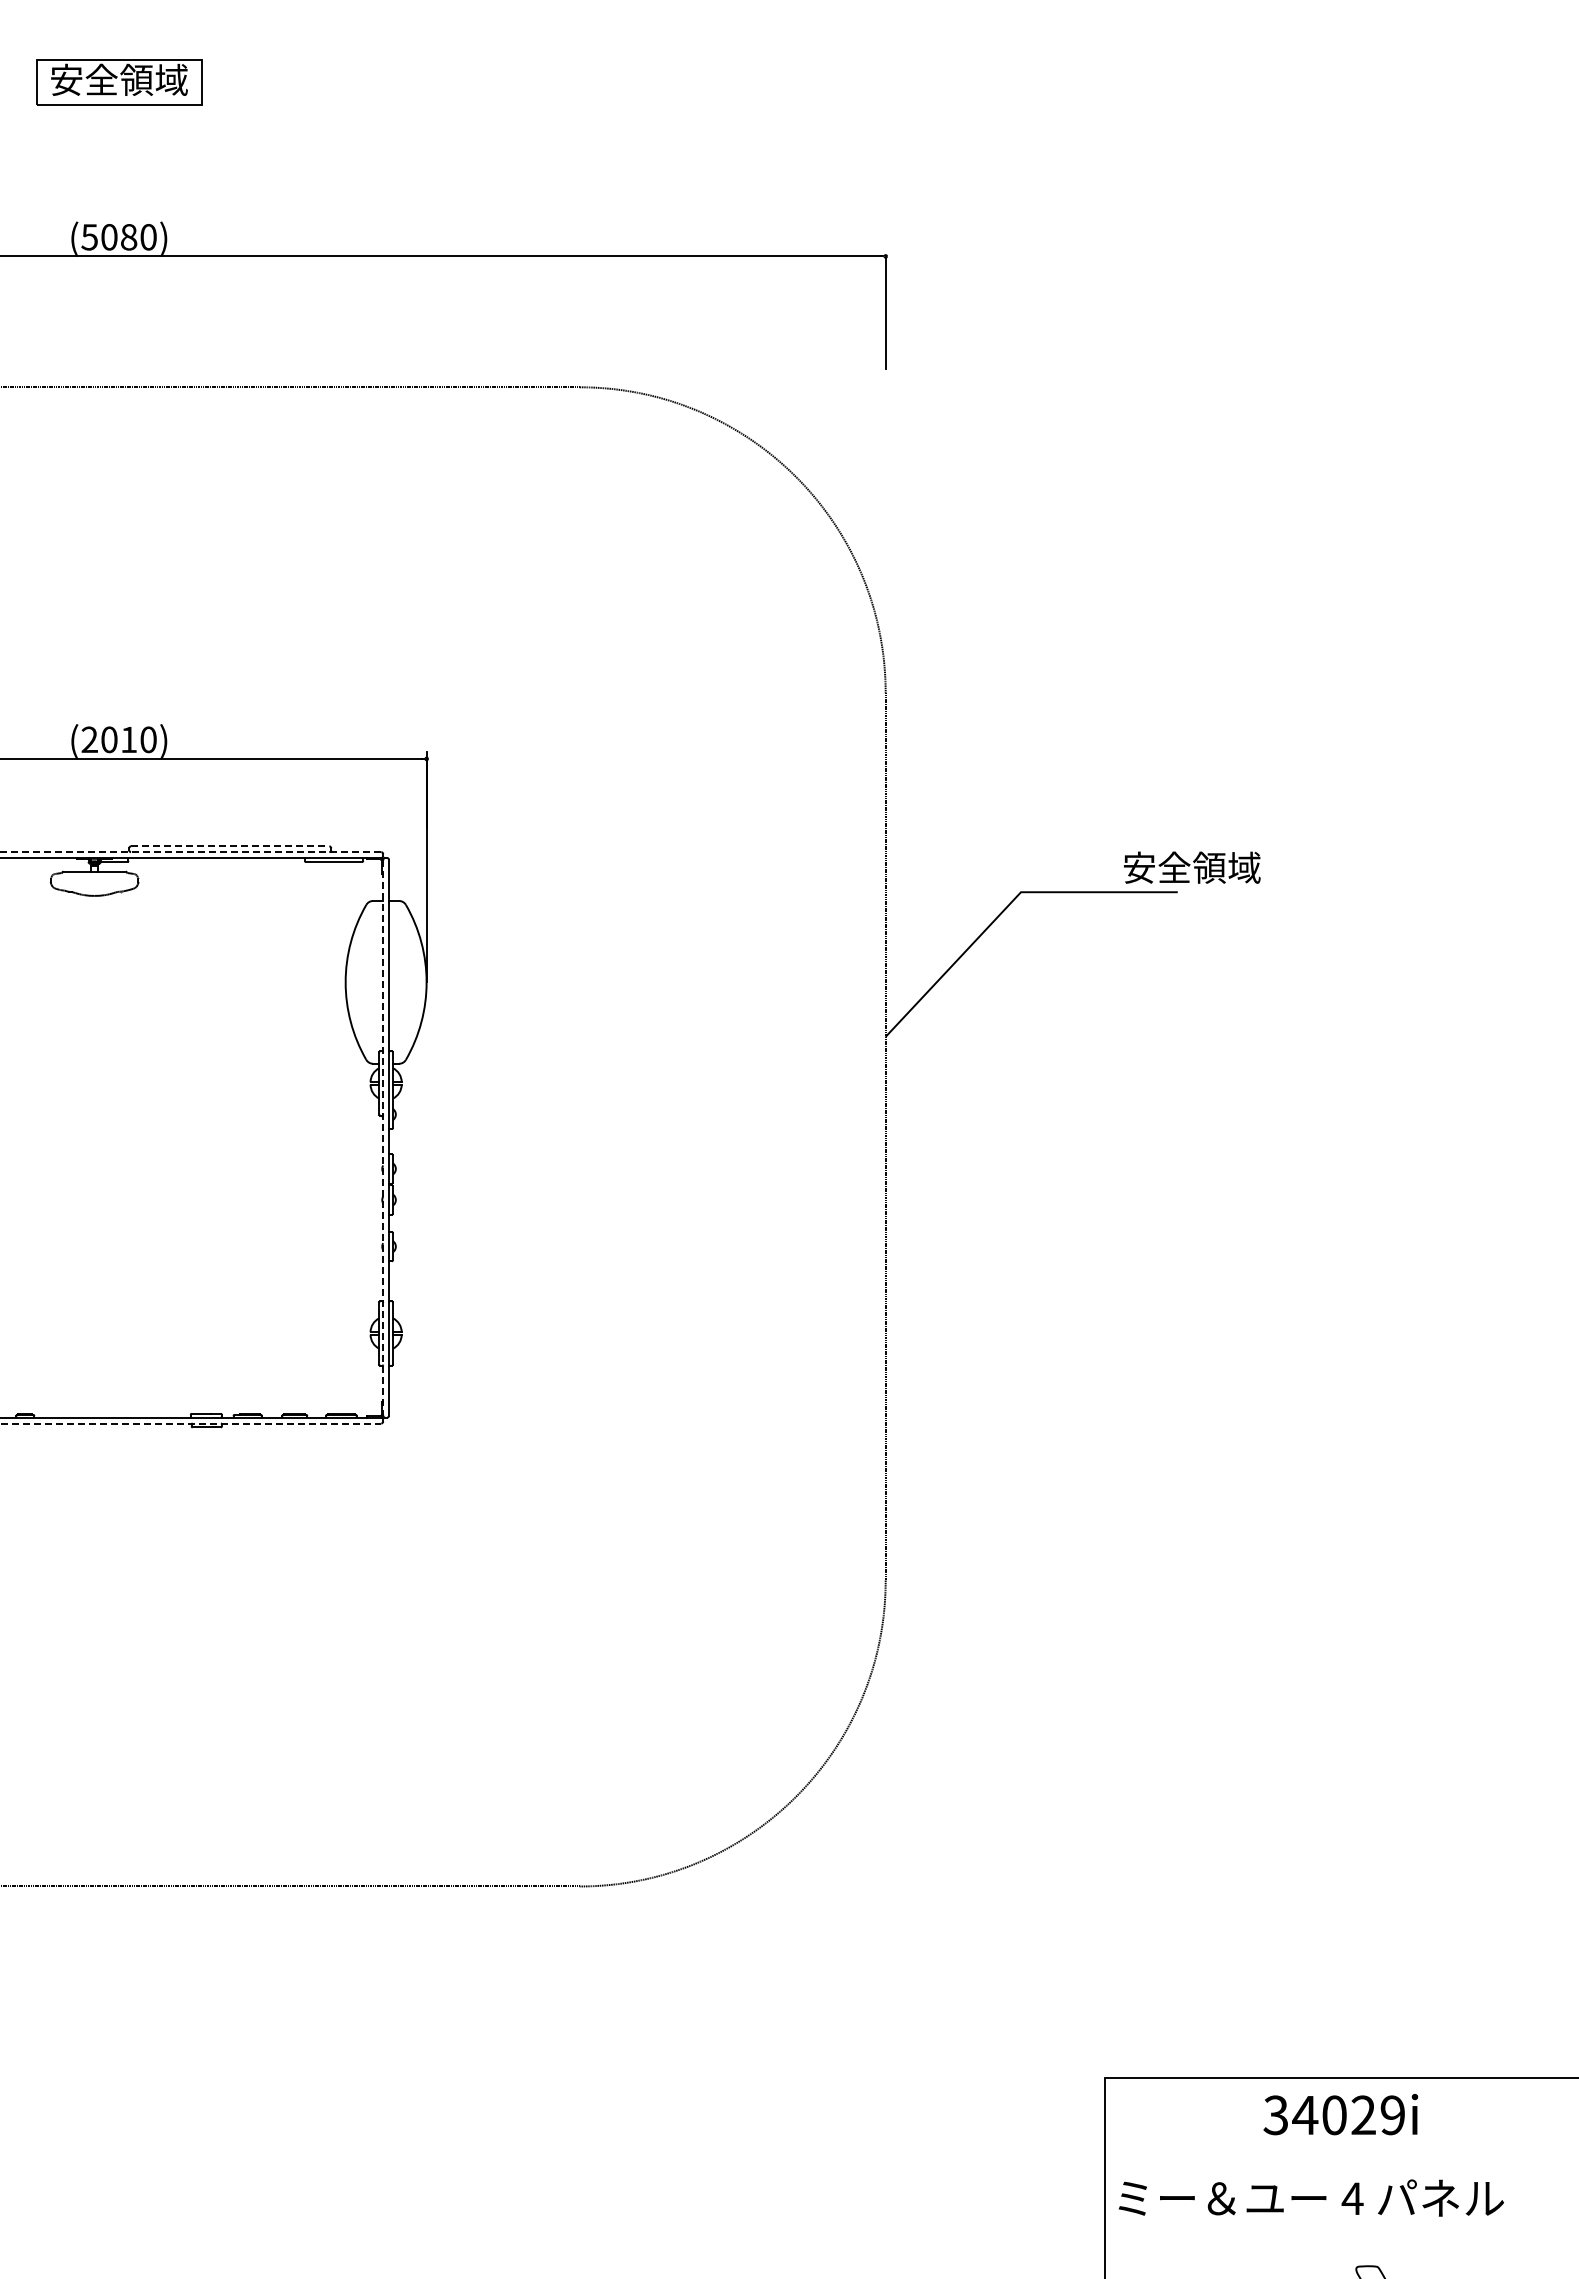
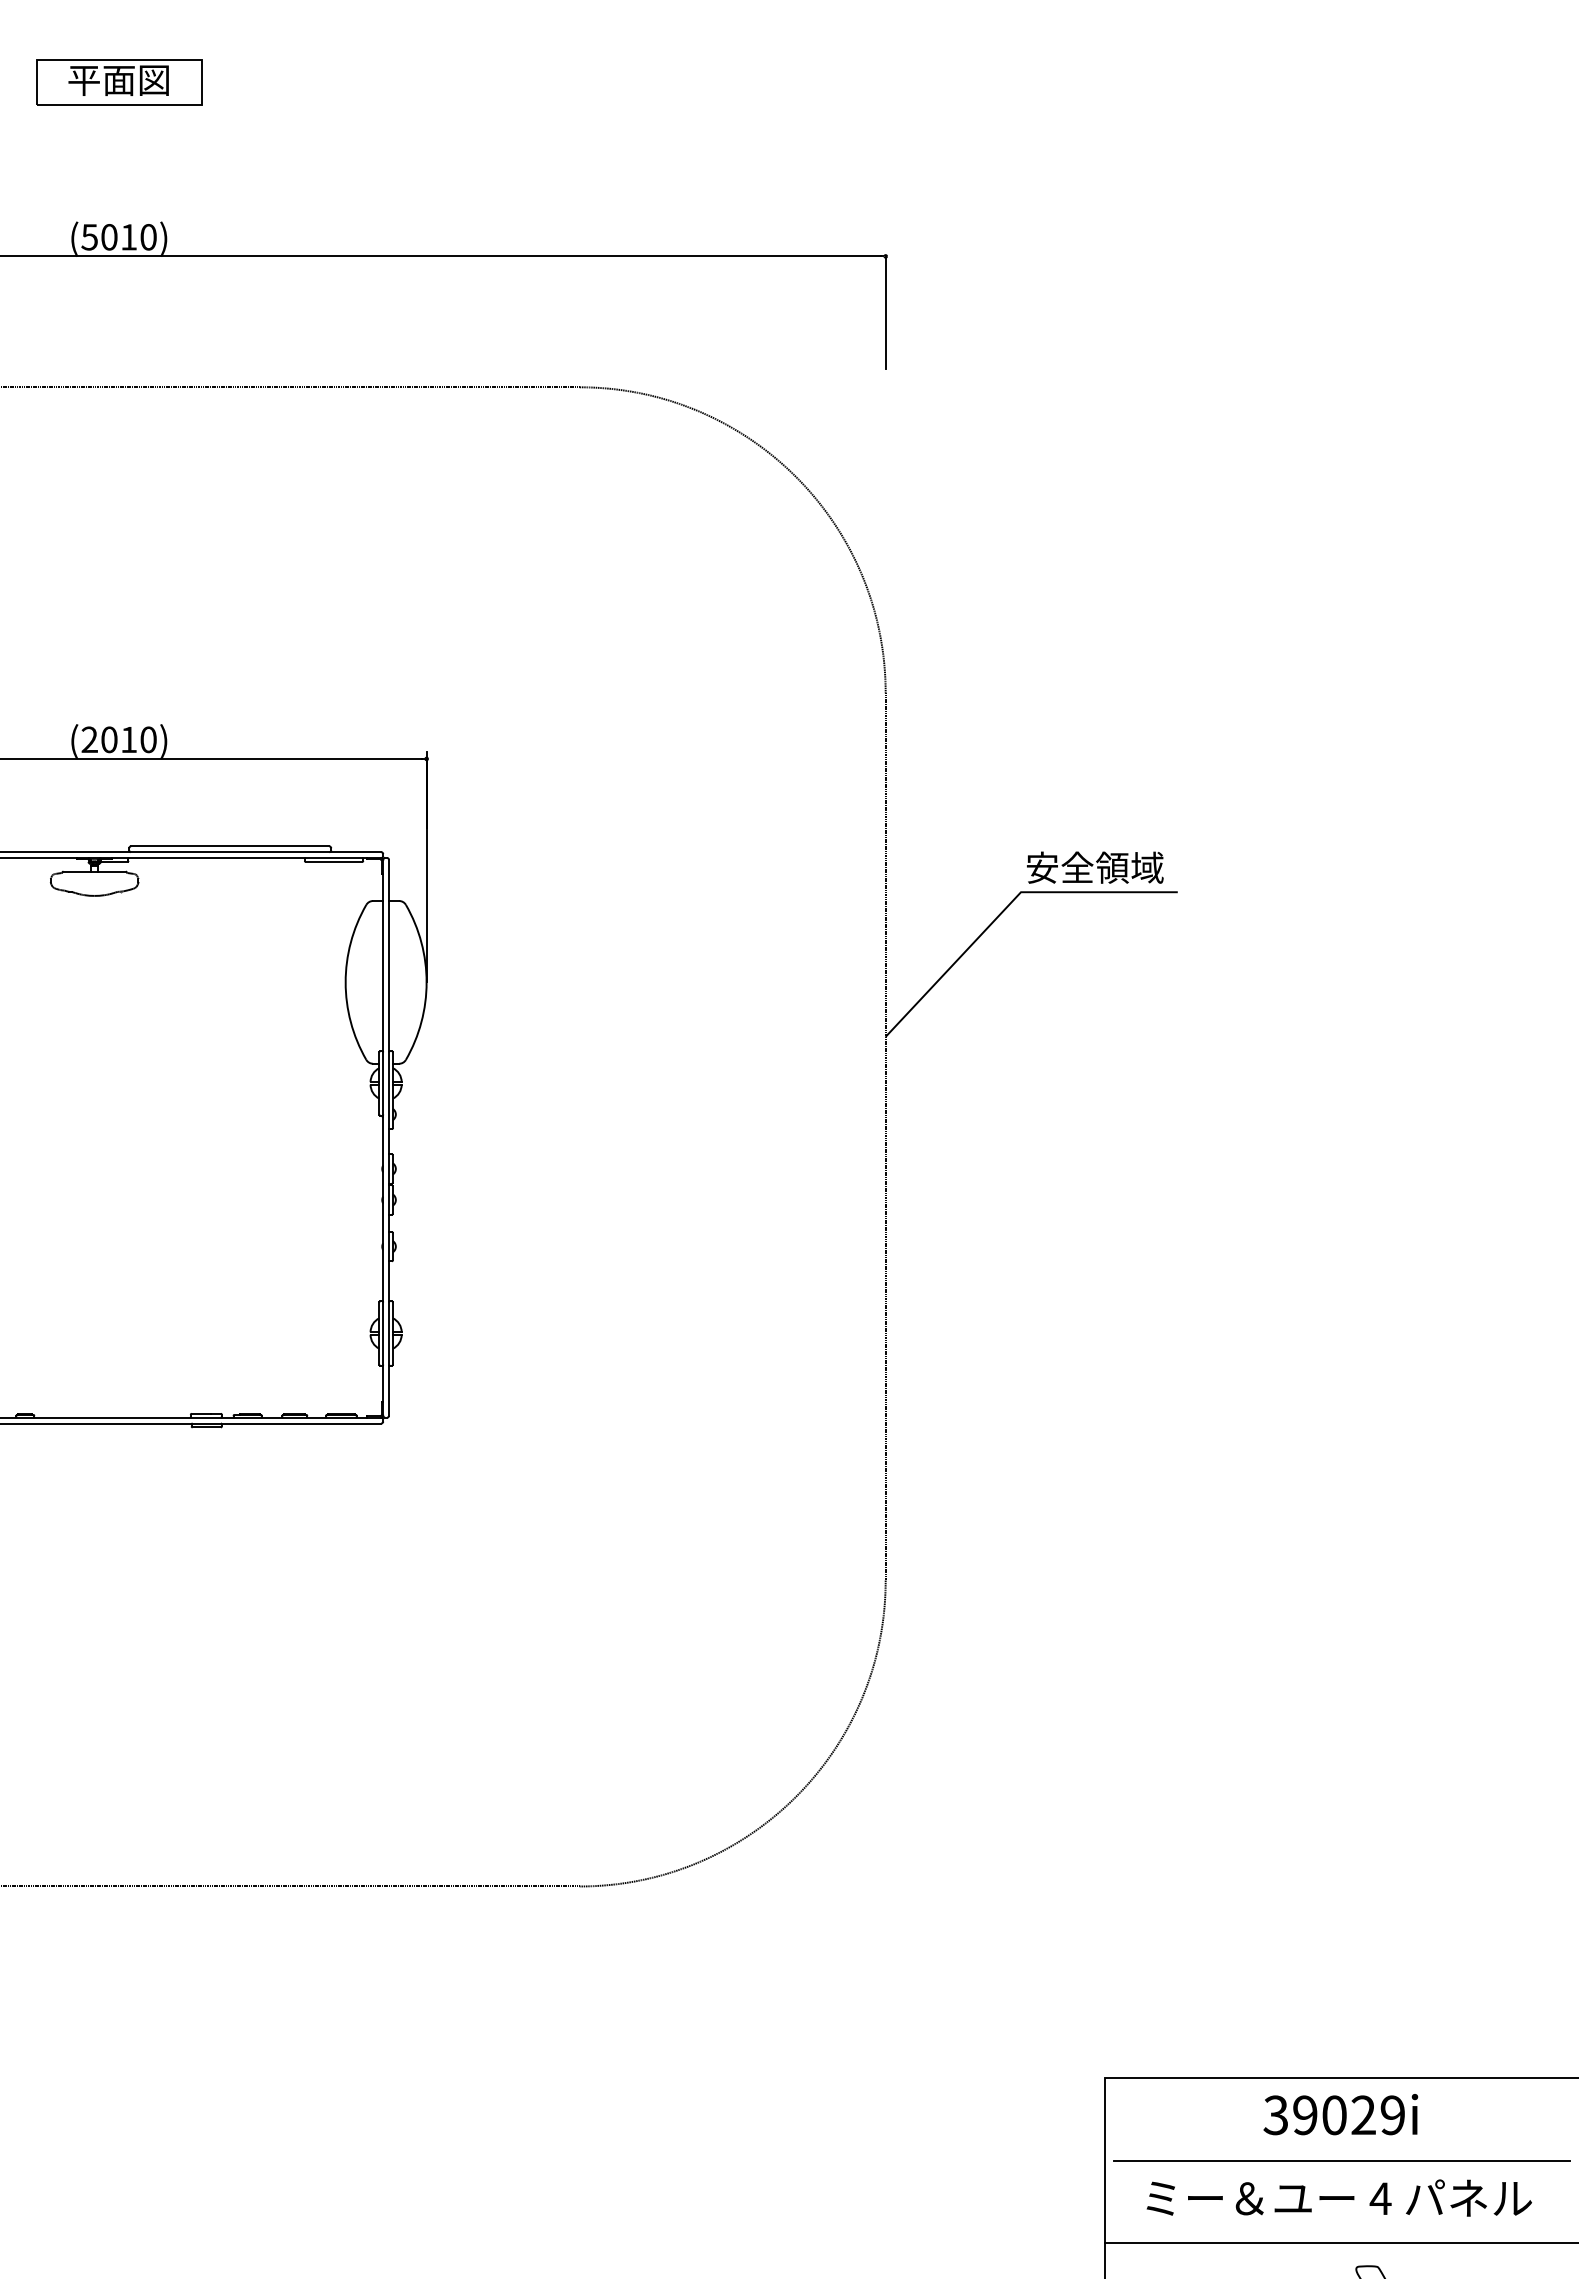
text at (119, 79): 安全領域 -> 平面図
text at (129, 237): (5080) -> (5010)
line at (230, 846): dashed -> solid
line at (190, 852): dashed -> solid
text at (1192, 867) position: (1192, 867) -> (1095, 867)
line at (383, 1137): dashed -> solid
line at (191, 1423): dashed -> solid
text at (1305, 2115): 34029i -> 39029i
line at (1341, 2160): none -> present
text at (1310, 2197) position: (1310, 2197) -> (1338, 2197)
line at (1339, 2243): none -> present
